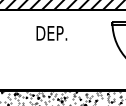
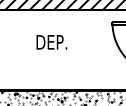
text at (51, 33) position: (51, 33) -> (51, 42)
